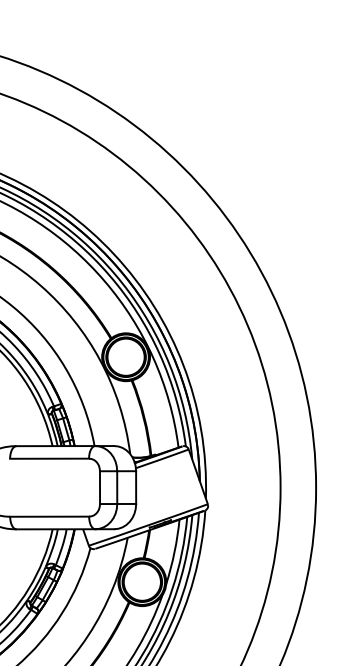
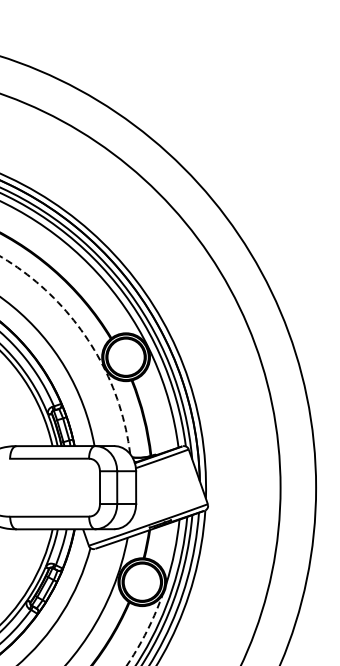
arc at (89, 342): solid -> dashed
arc at (146, 632): solid -> dashed
